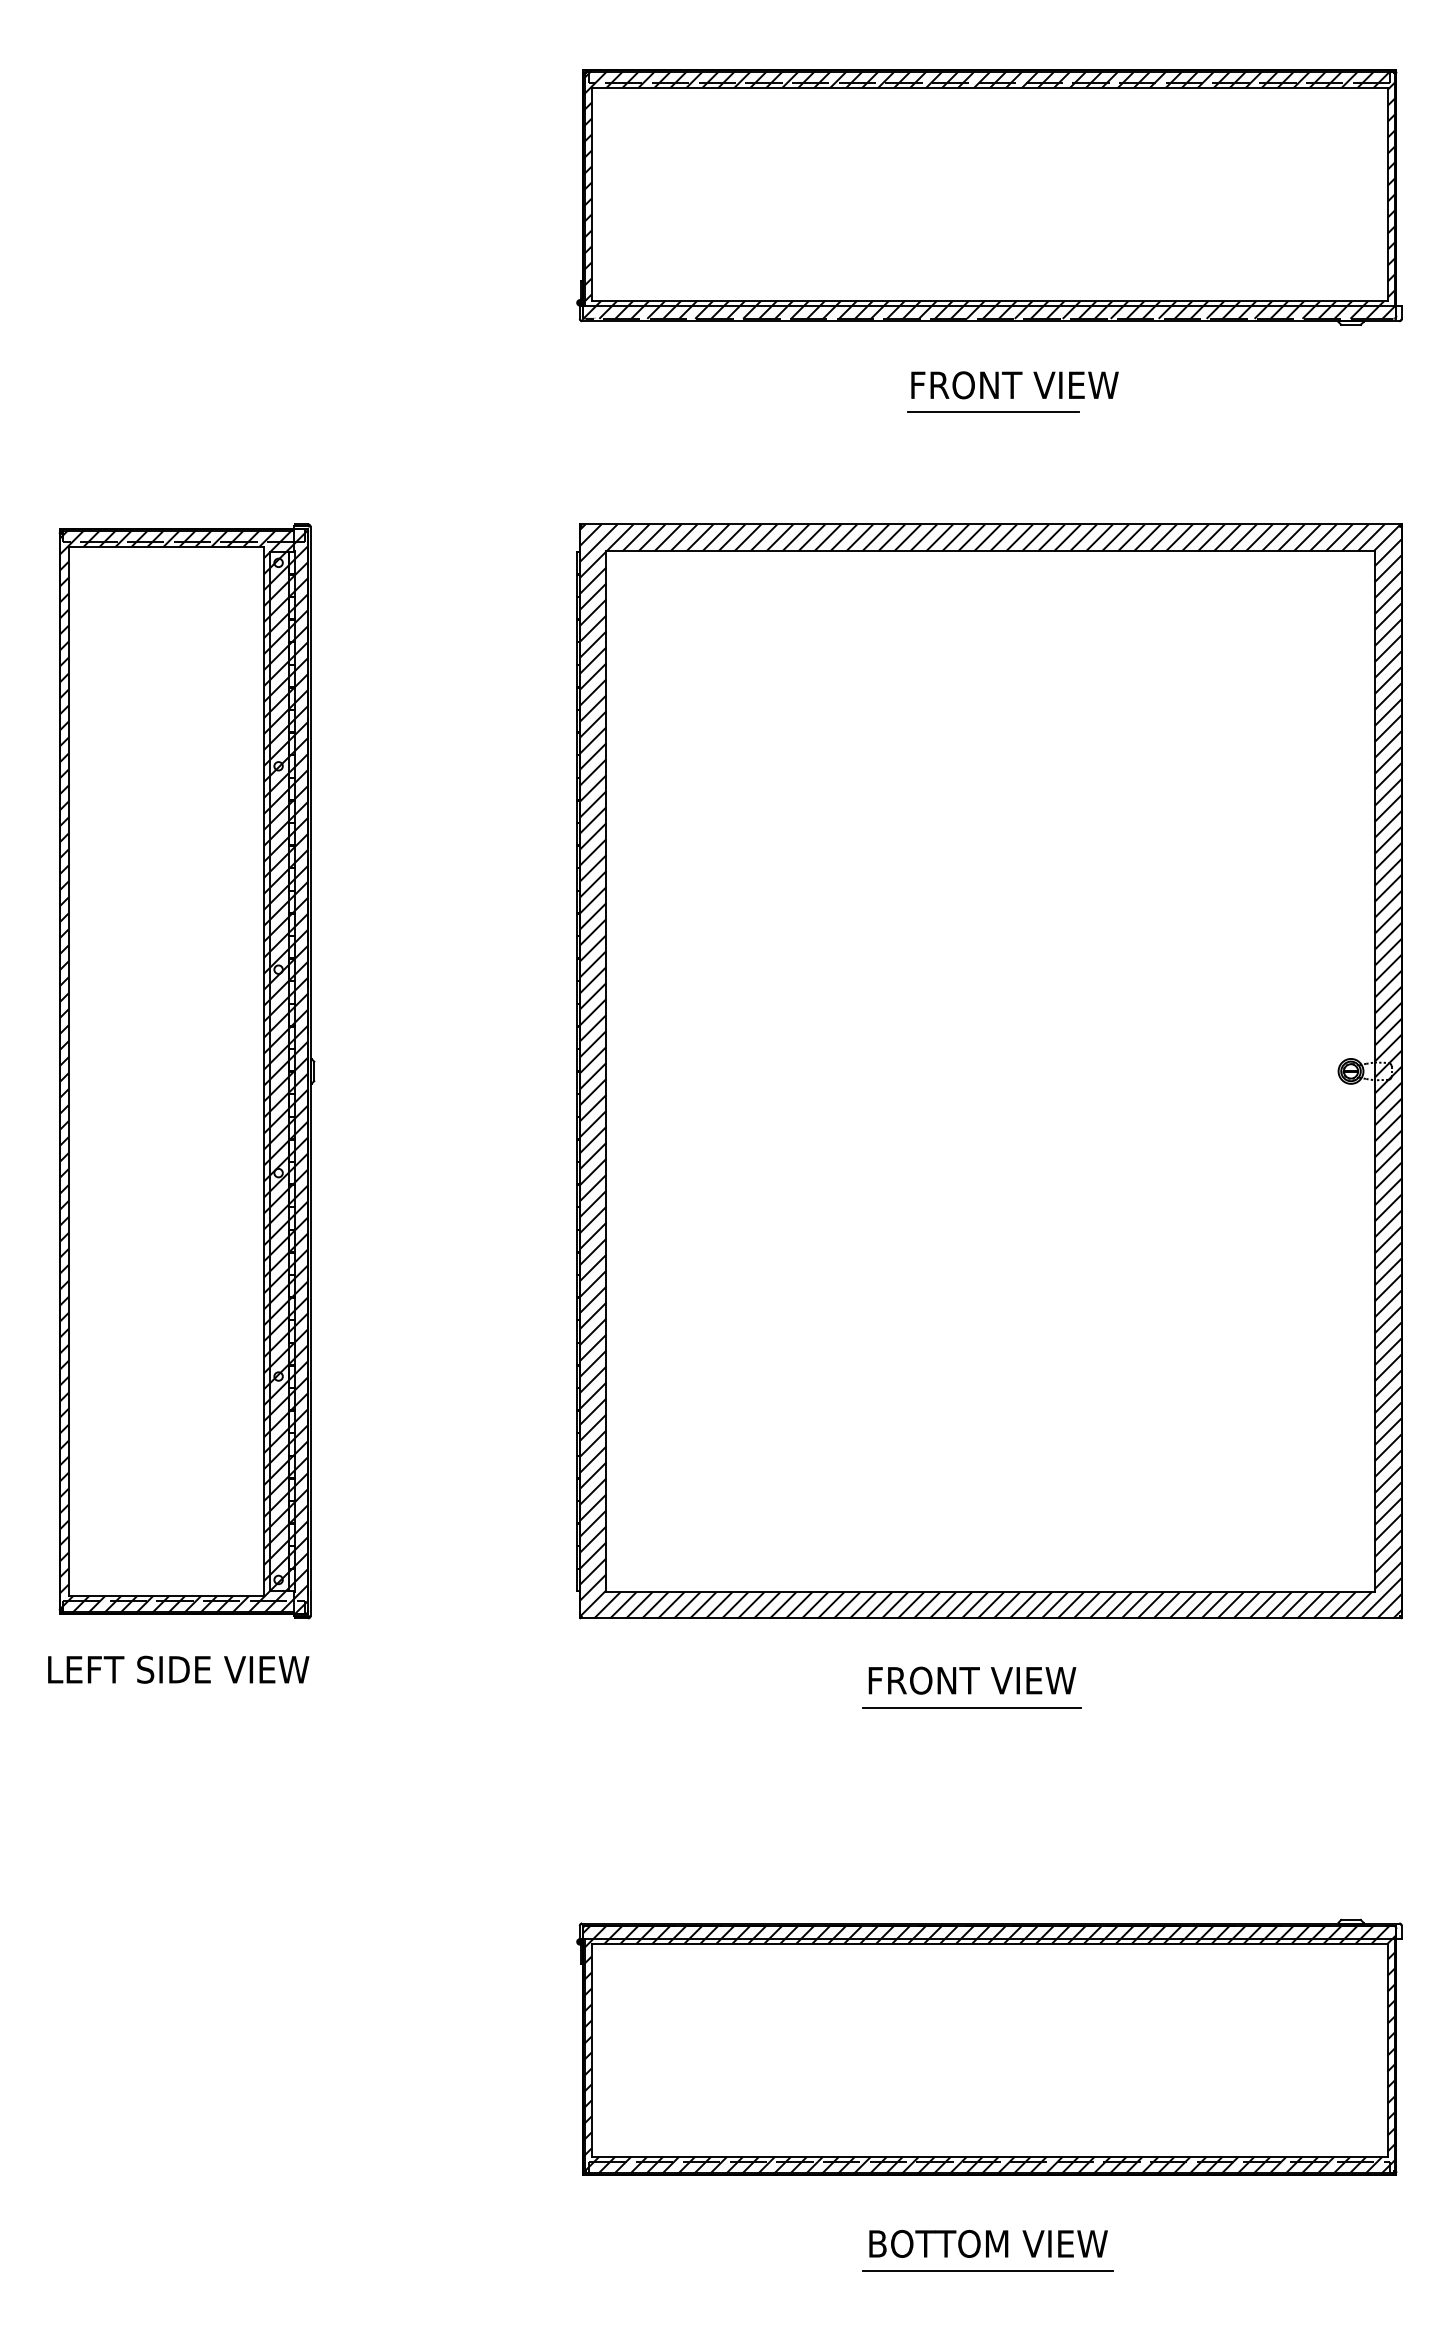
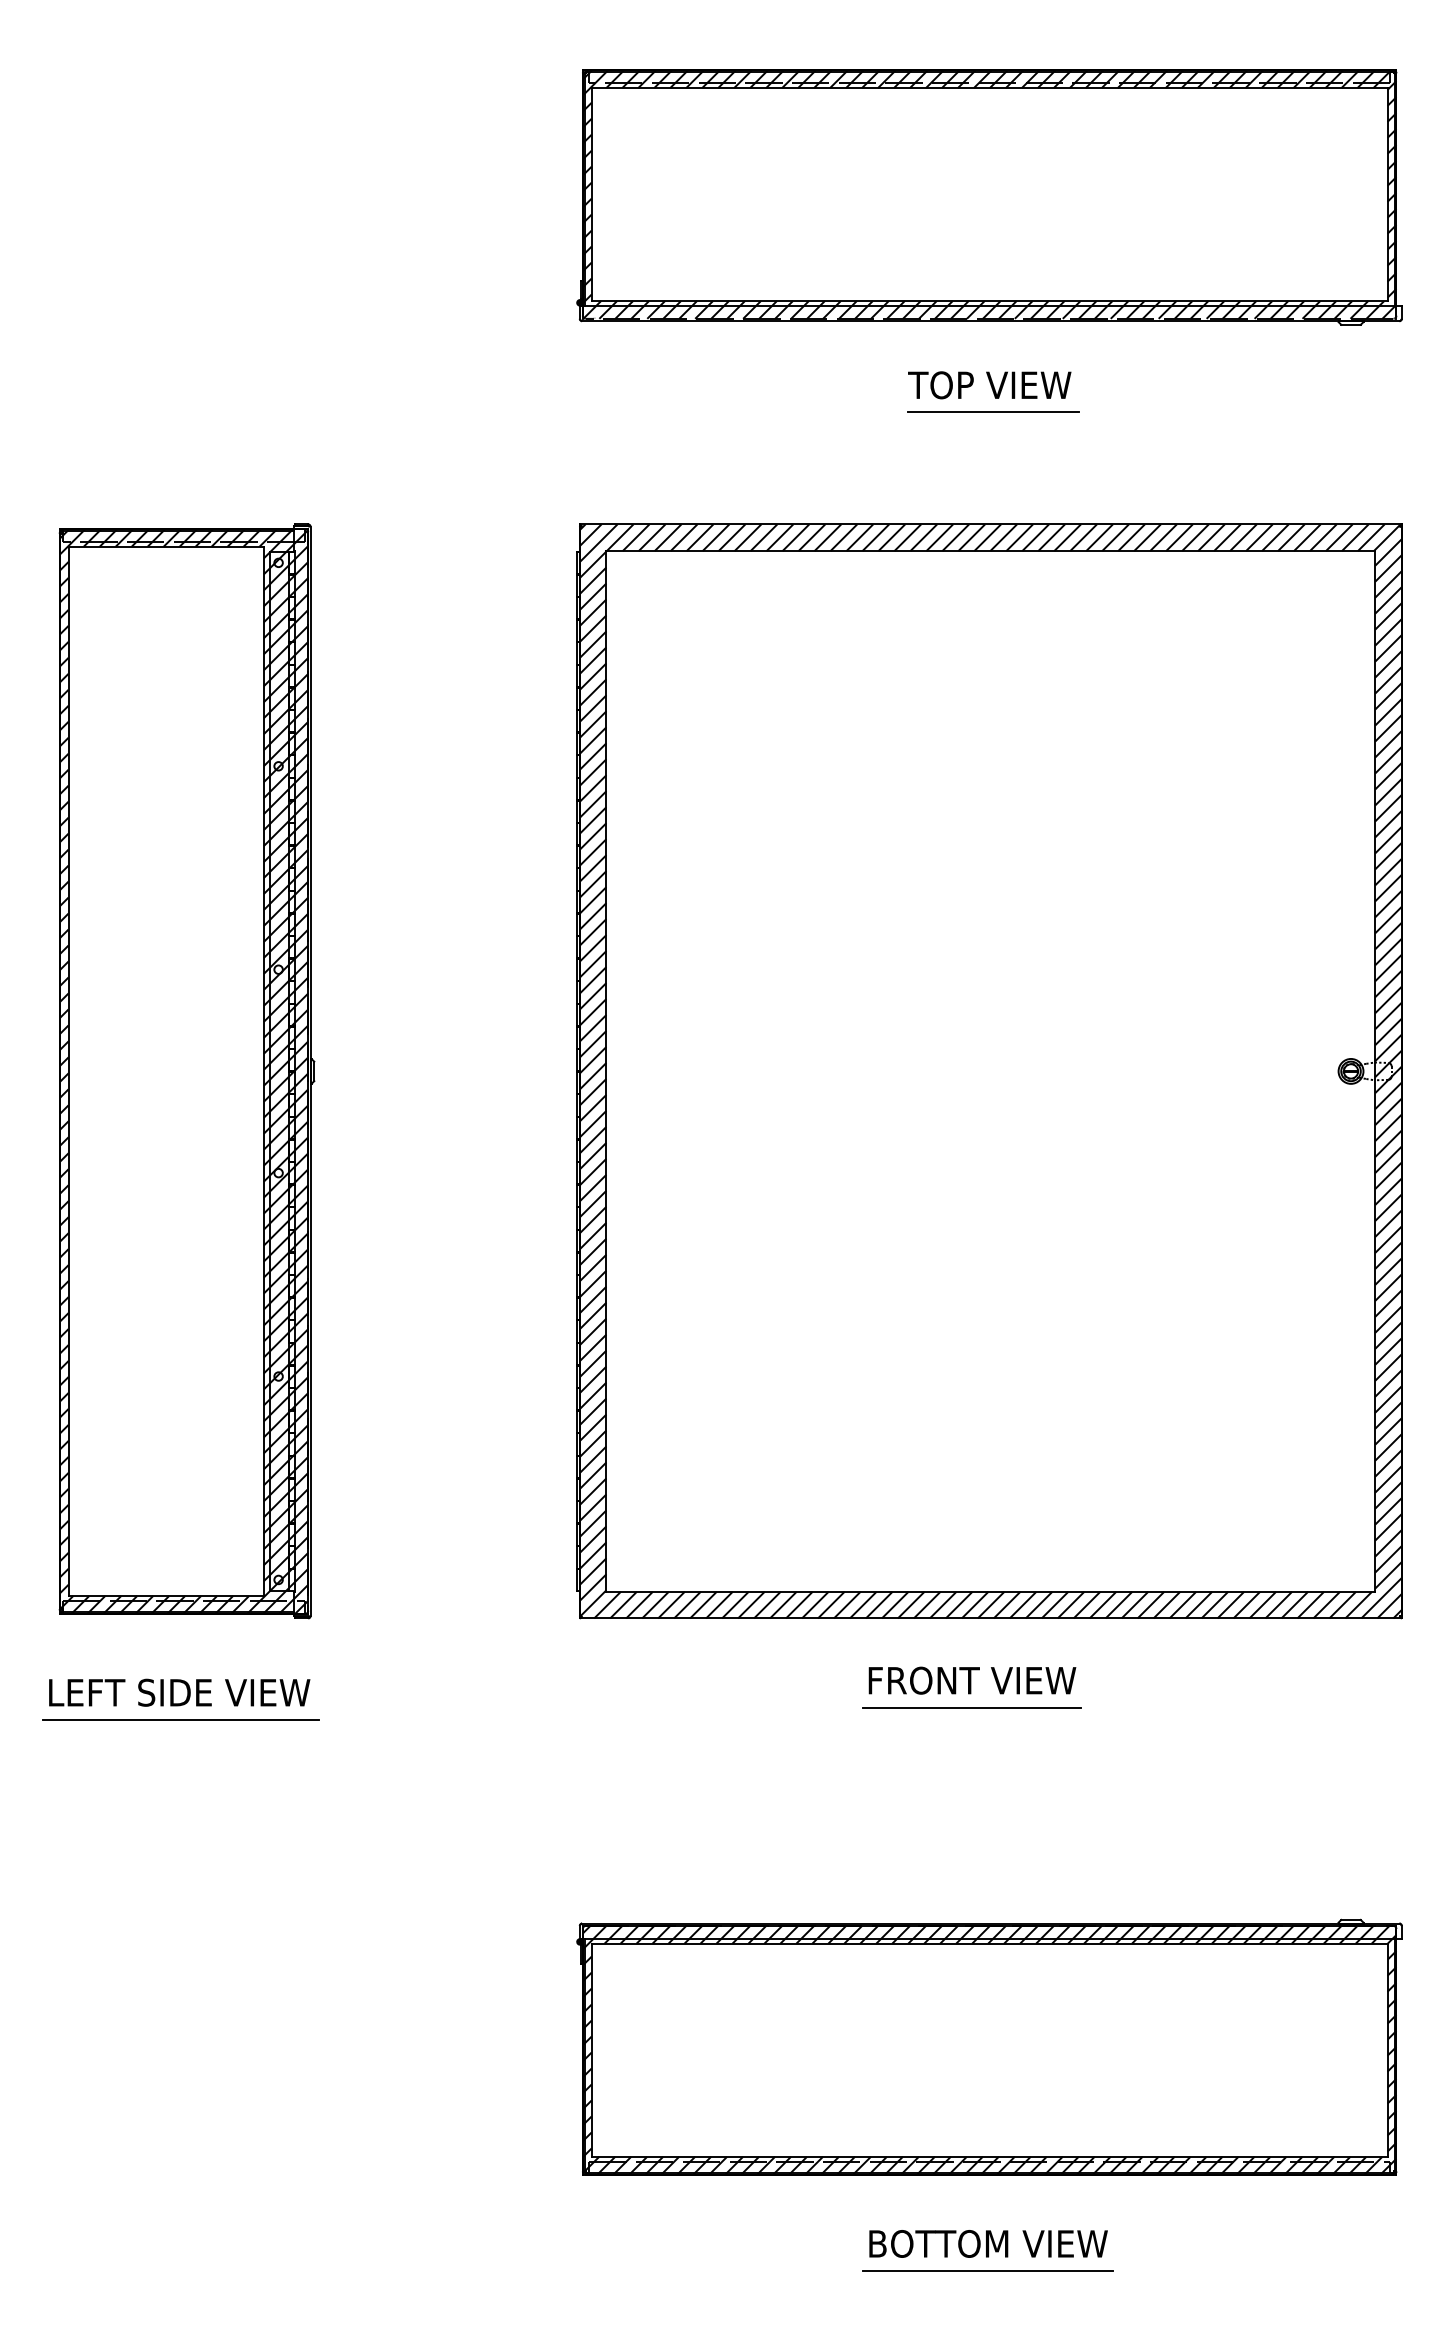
text at (1013, 385): FRONT VIEW -> TOP VIEW
text at (178, 1669) position: (178, 1669) -> (179, 1692)
line at (180, 1719): none -> present
